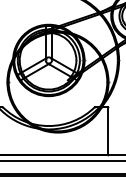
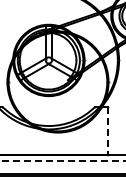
line at (107, 131): solid -> dashed
line at (62, 161): solid -> dashed
